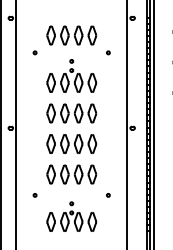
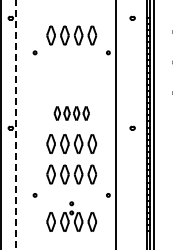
part at (71, 75): present -> none
part at (71, 113) size: 52x21 px -> 37x15 px
line at (16, 124): solid -> dashed
line at (127, 124) position: (127, 124) -> (116, 124)
